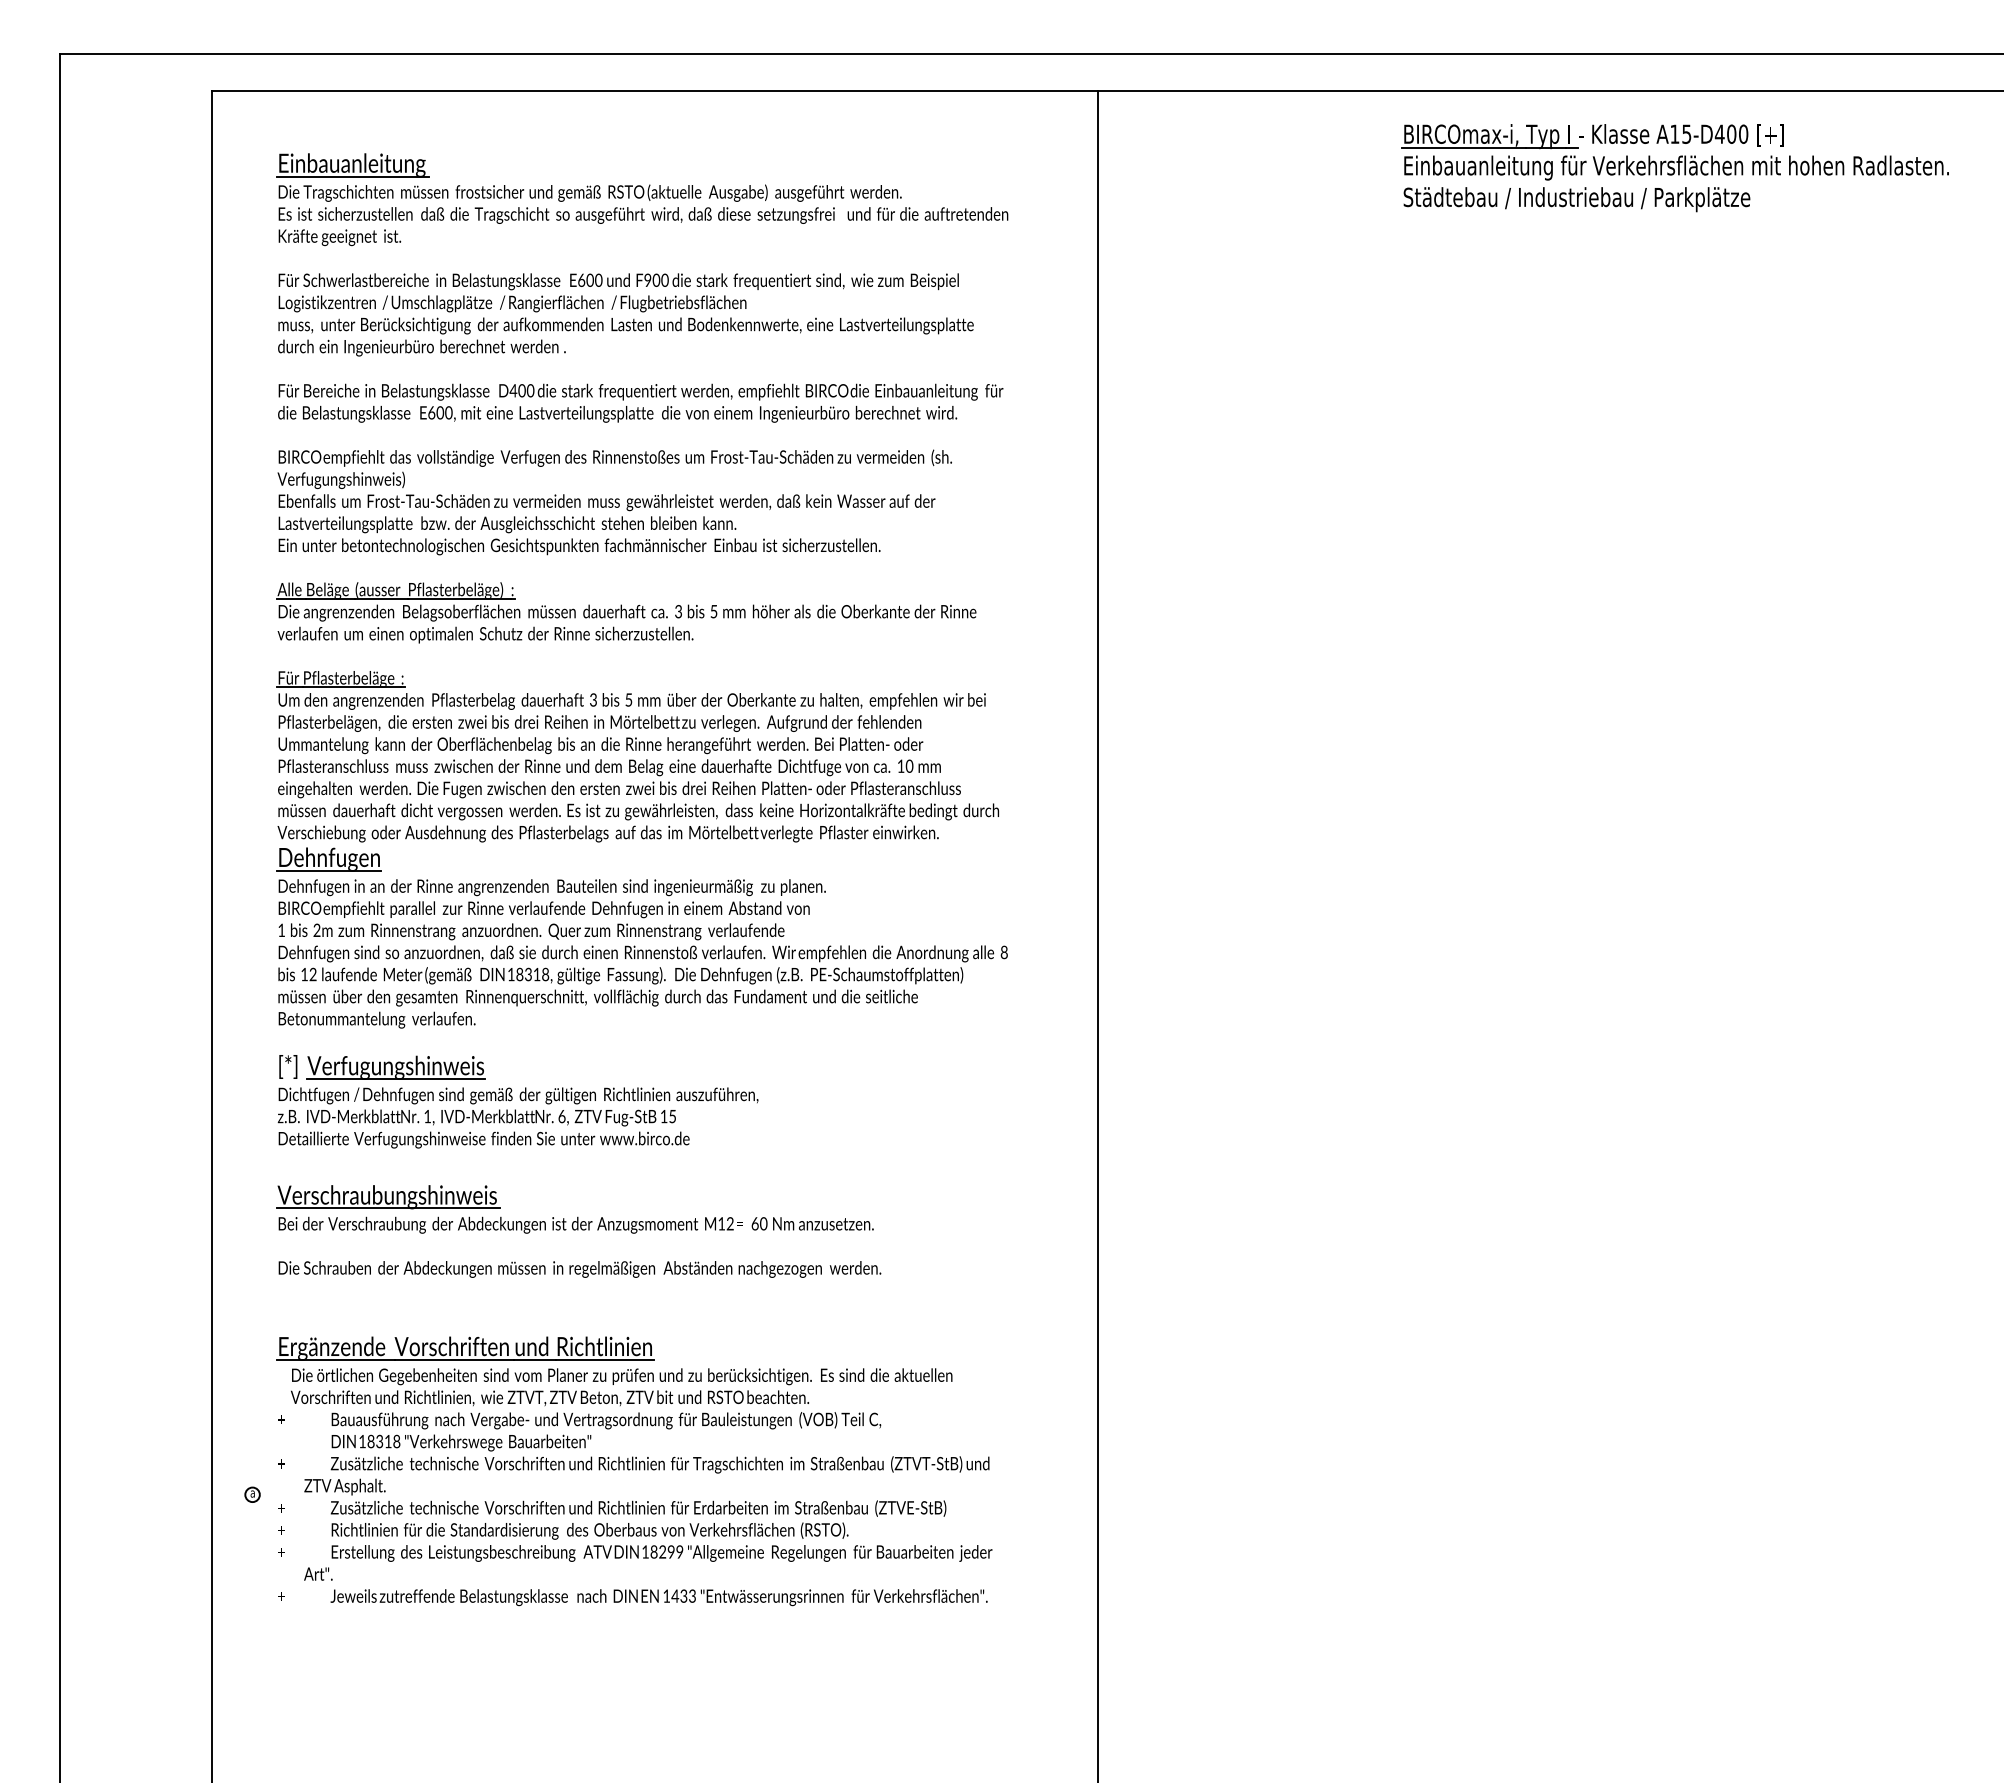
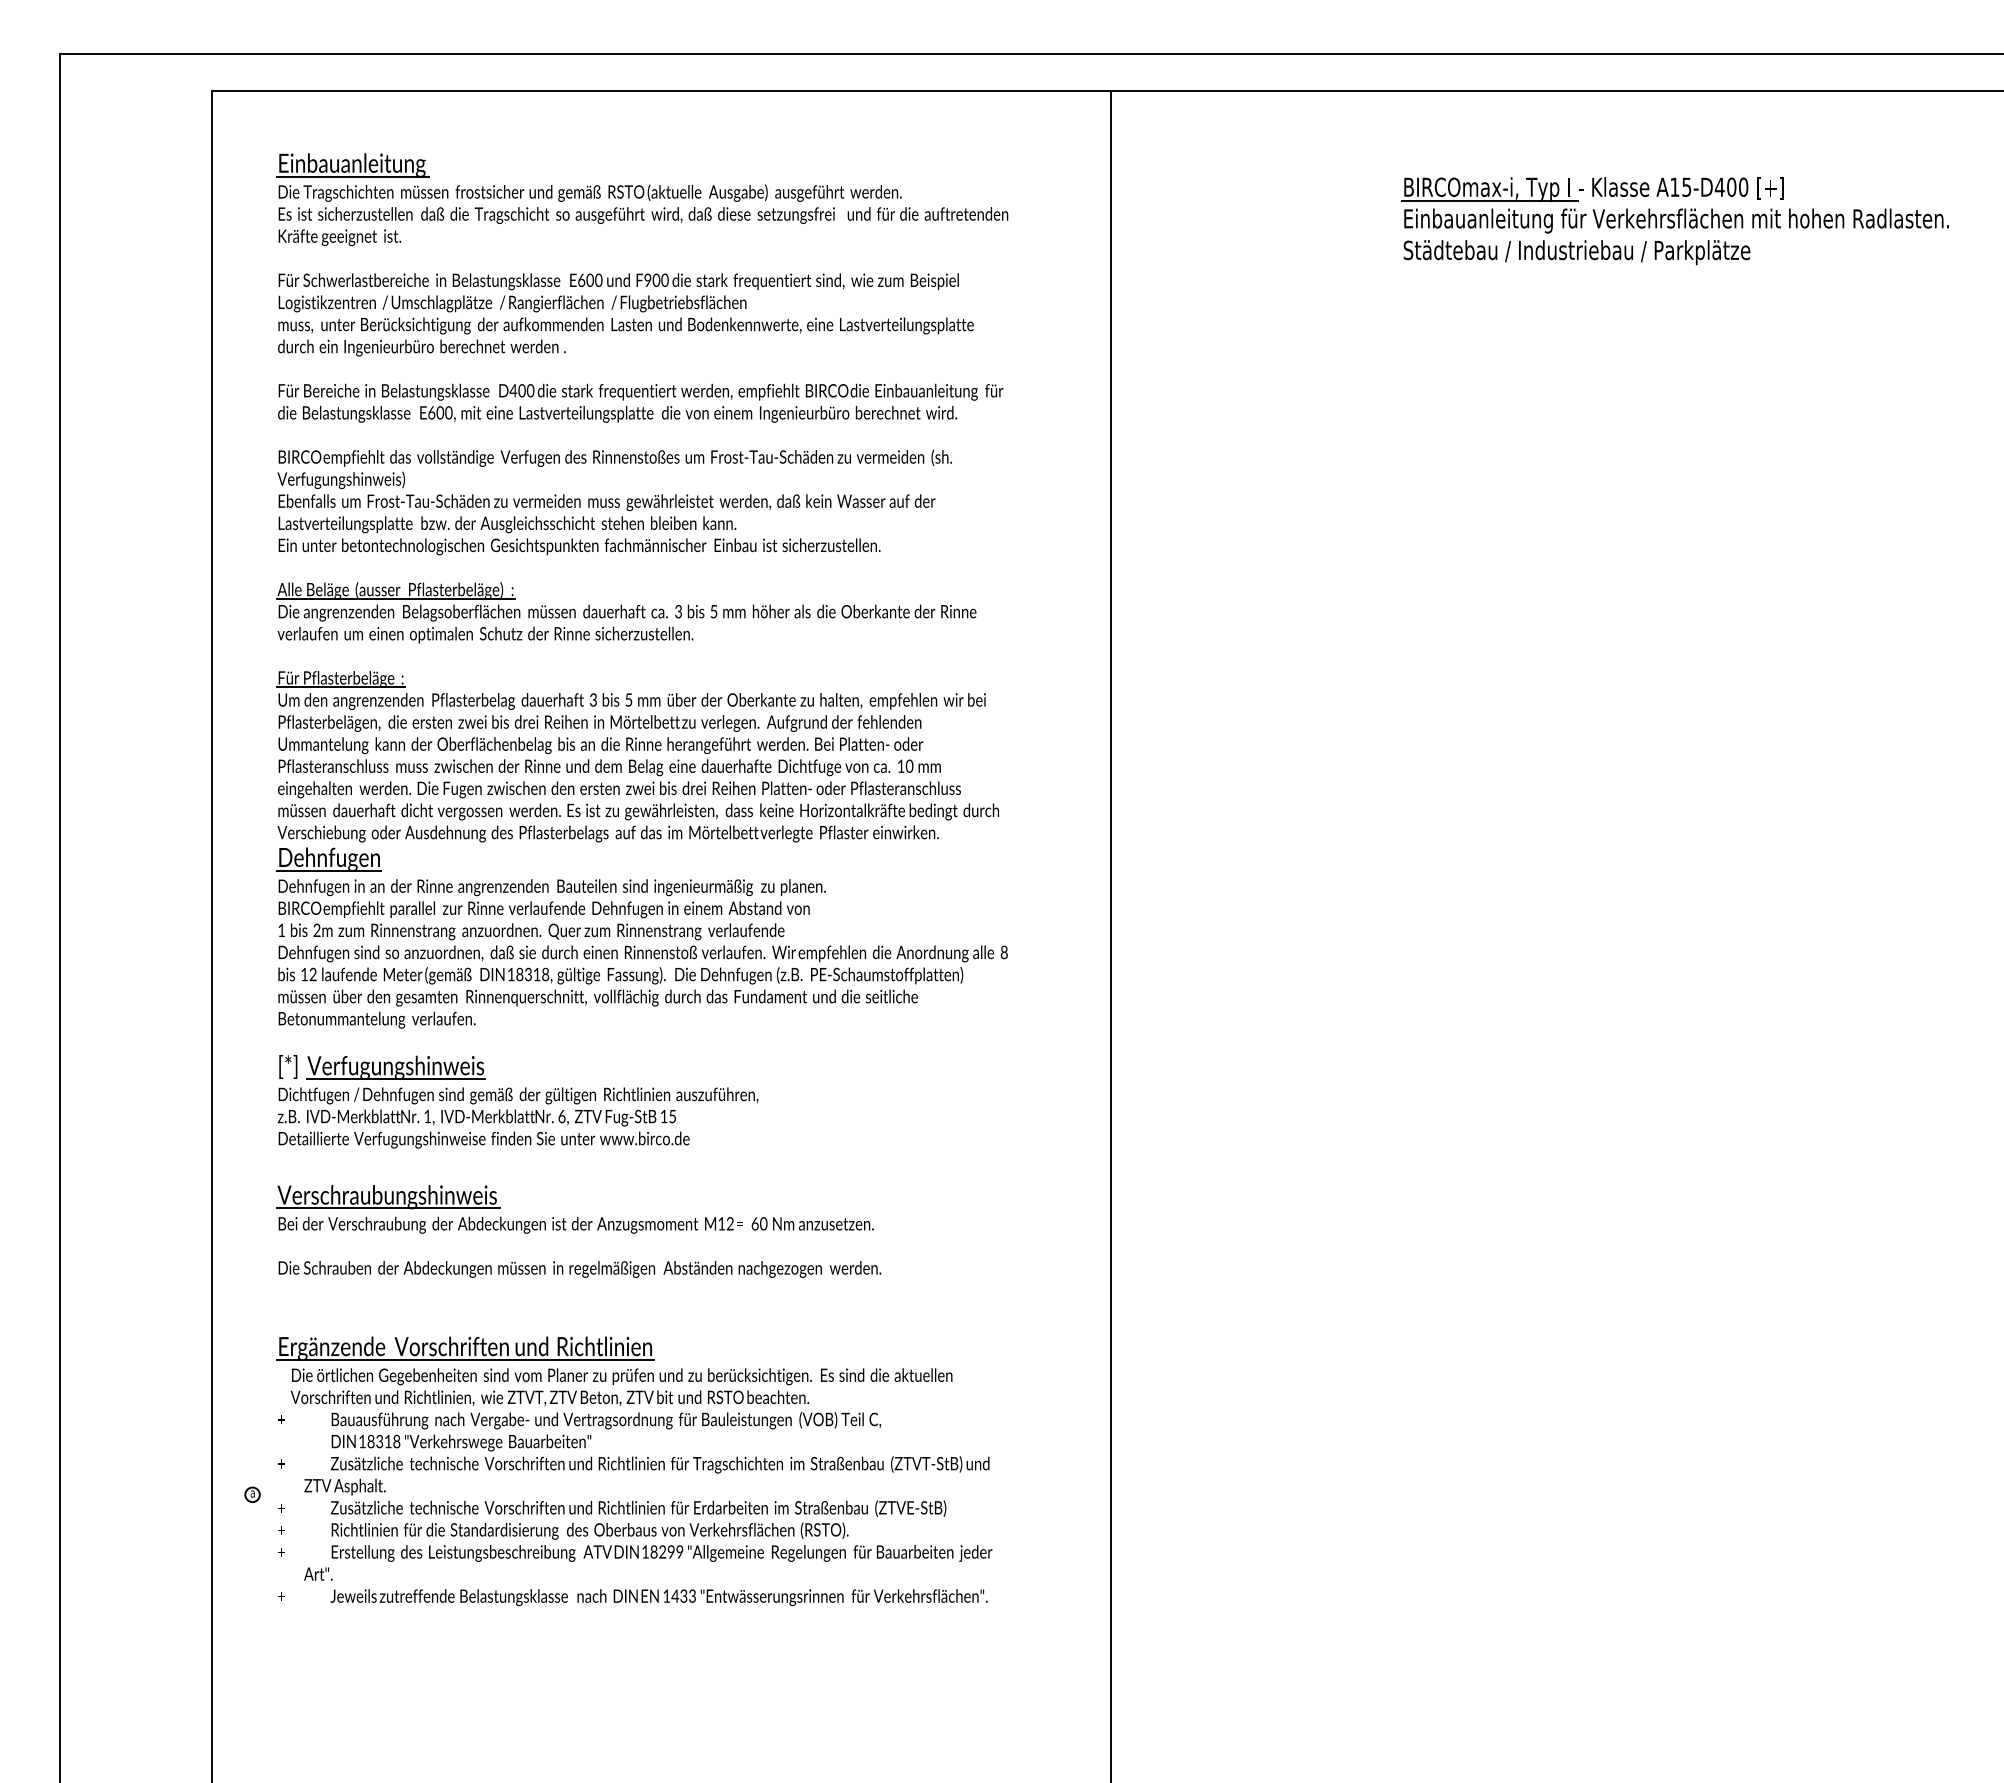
part at (1674, 168) position: (1674, 168) -> (1674, 221)
line at (1098, 935) position: (1098, 935) -> (1111, 935)
